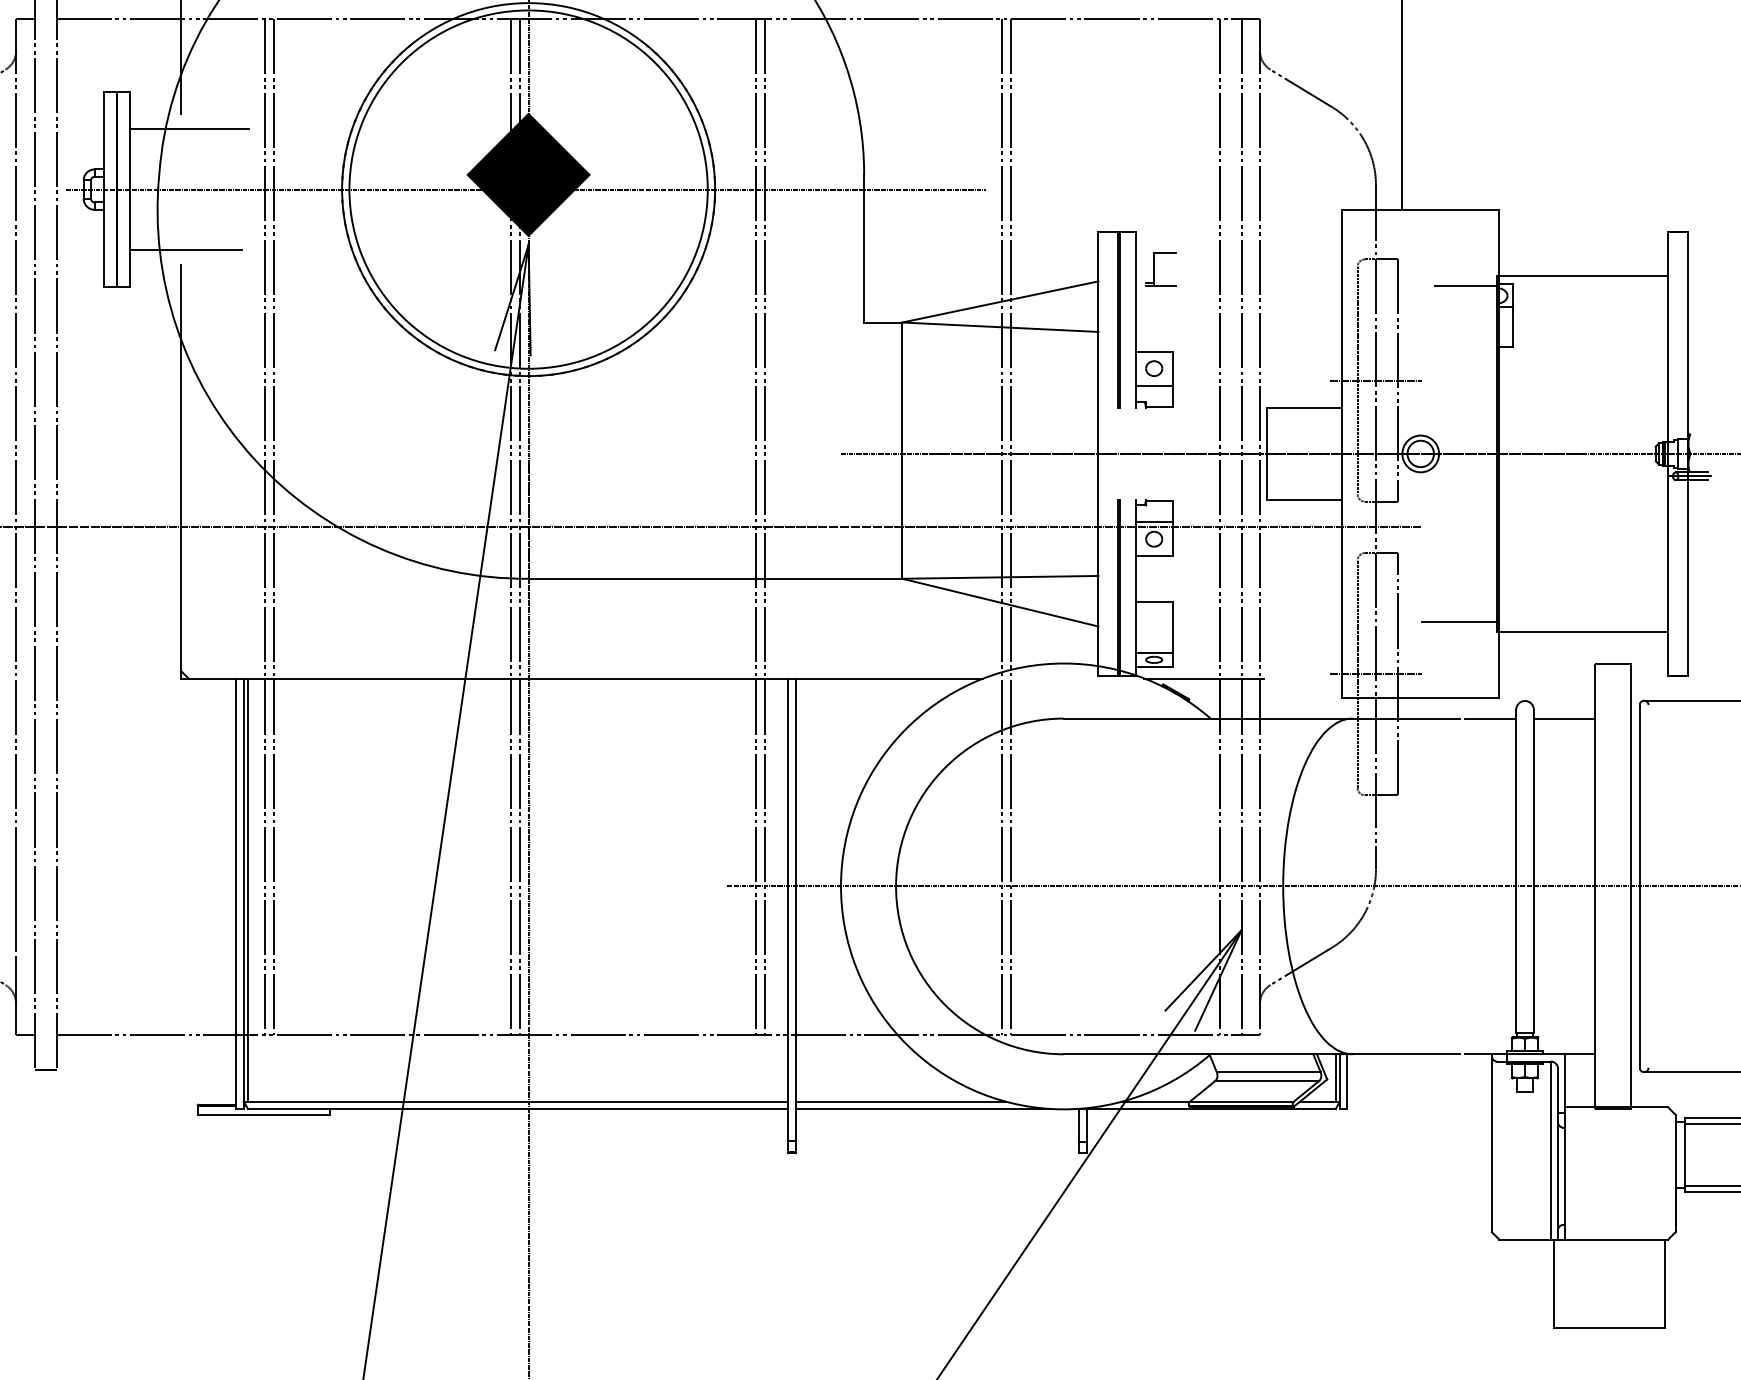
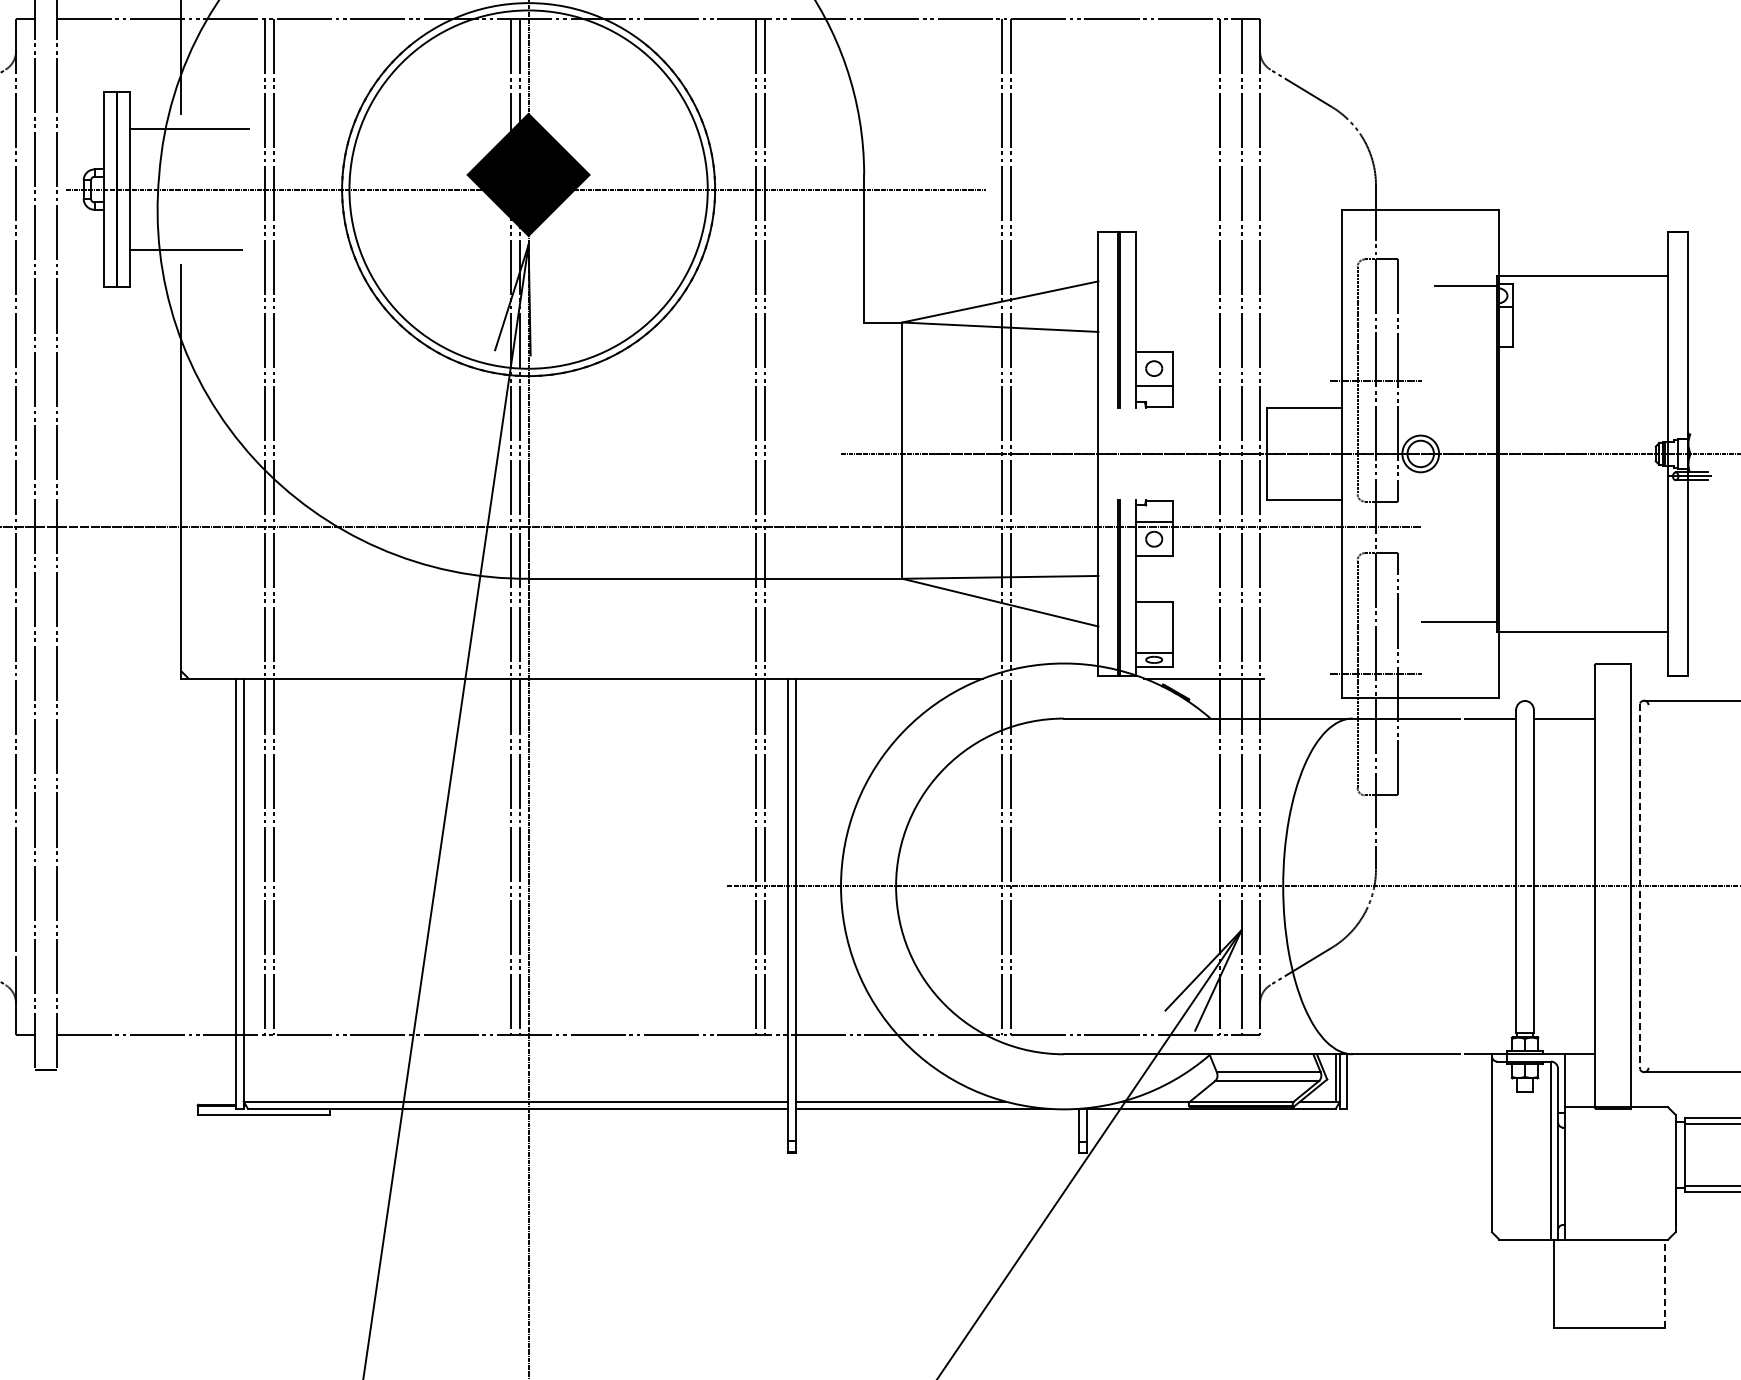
line at (1402, 106): present -> none
part at (1160, 269): present -> none
line at (1640, 886): solid -> dashed
line at (248, 889): present -> none
line at (1664, 1283): solid -> dashed
